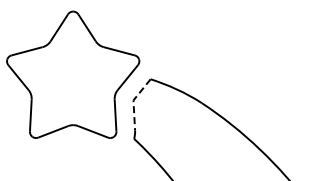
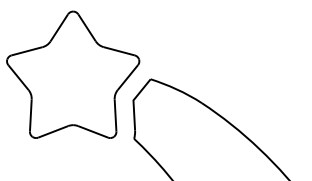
line at (133, 101): dashed -> solid
